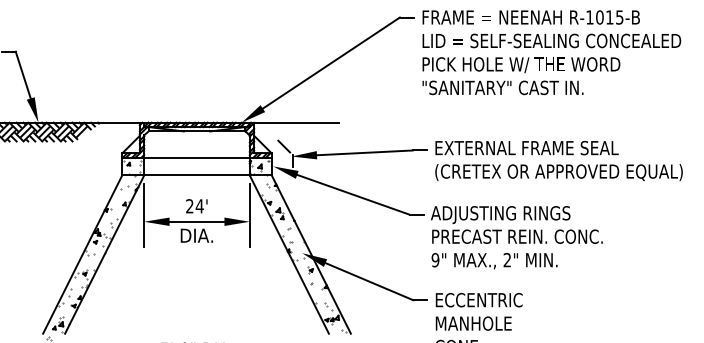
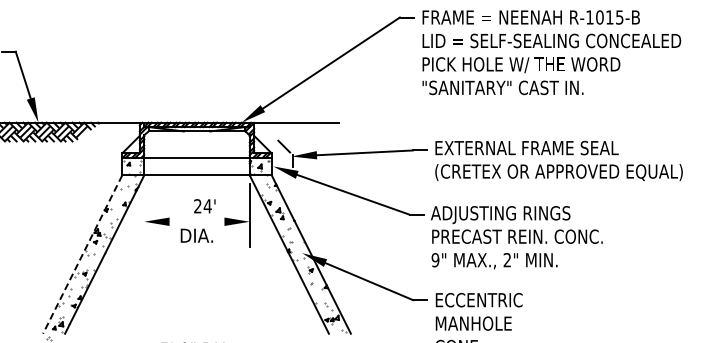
text at (196, 206) position: (196, 206) -> (204, 206)
line at (144, 215): present -> none
line at (196, 221): present -> none
line at (82, 255): solid -> dashed
